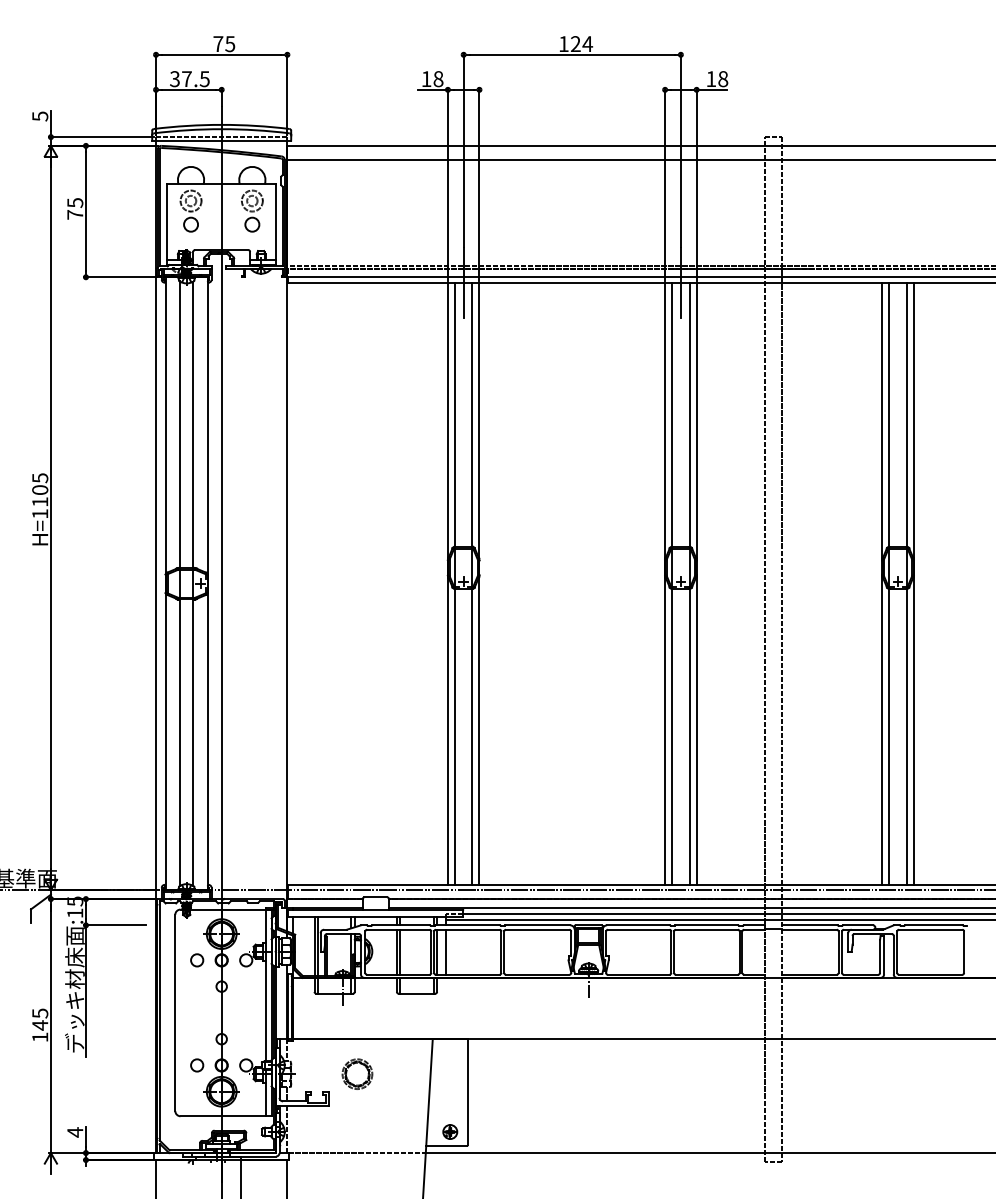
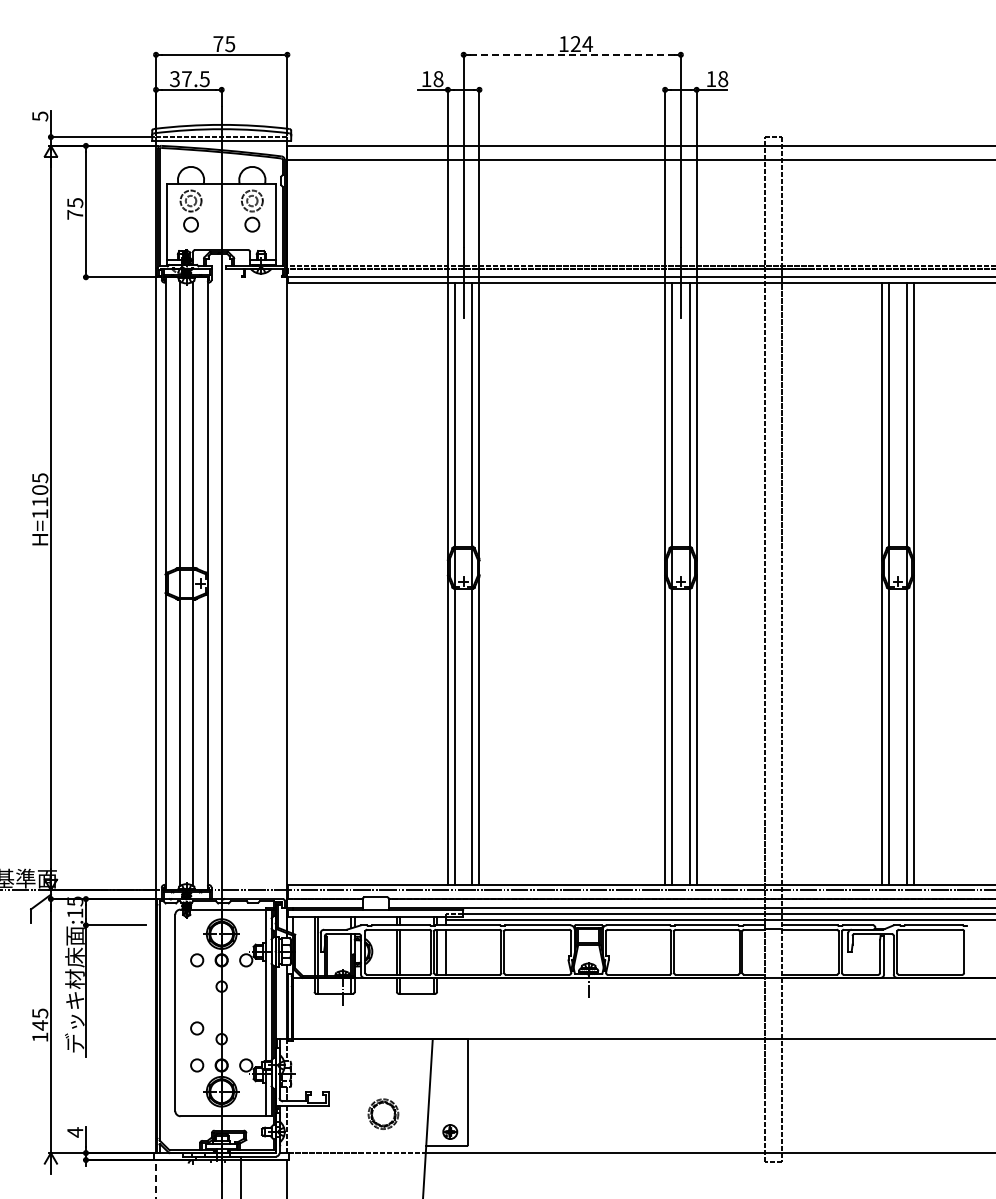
line at (572, 54): solid -> dashed
circle at (197, 1028): none -> present
part at (357, 1073) position: (357, 1073) -> (383, 1113)
line at (156, 1179): solid -> dashed
